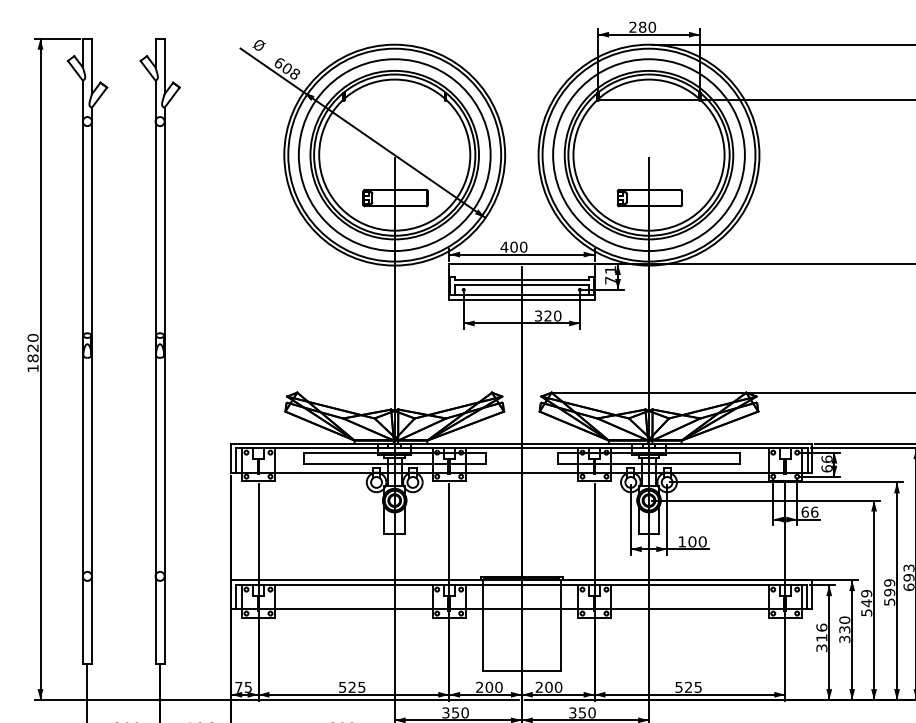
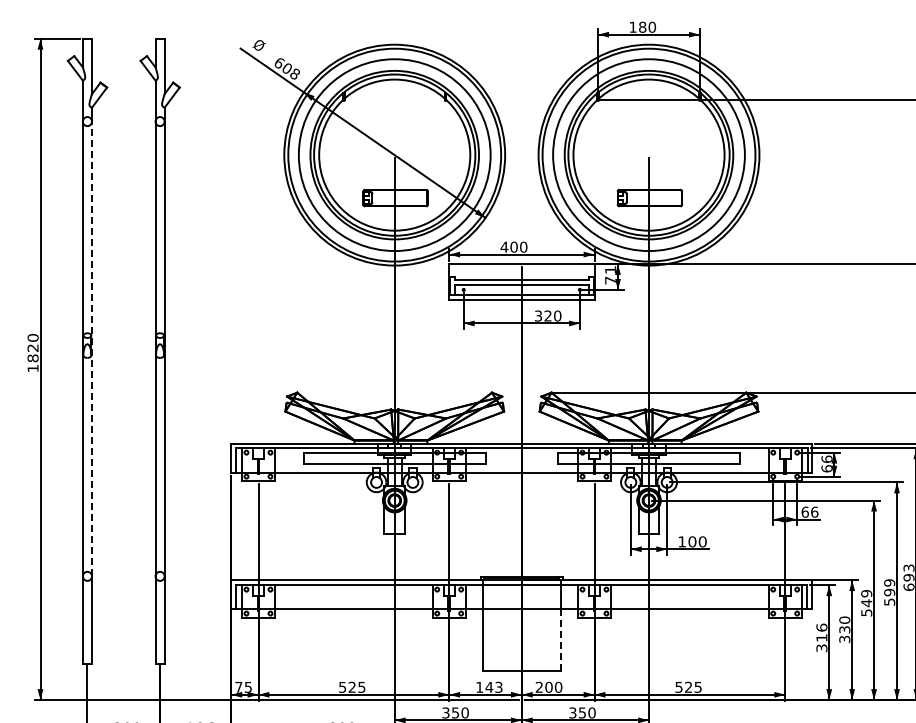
text at (632, 26): 280 -> 180
line at (781, 44): present -> none
line at (91, 348): solid -> dashed
line at (560, 640): solid -> dashed
text at (489, 686): 200 -> 143
